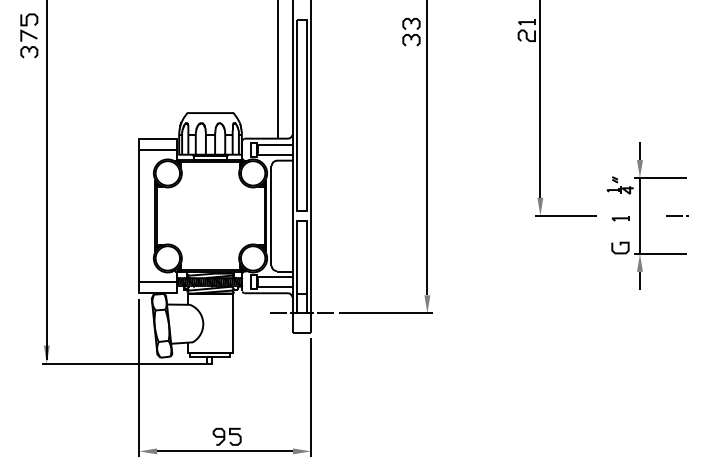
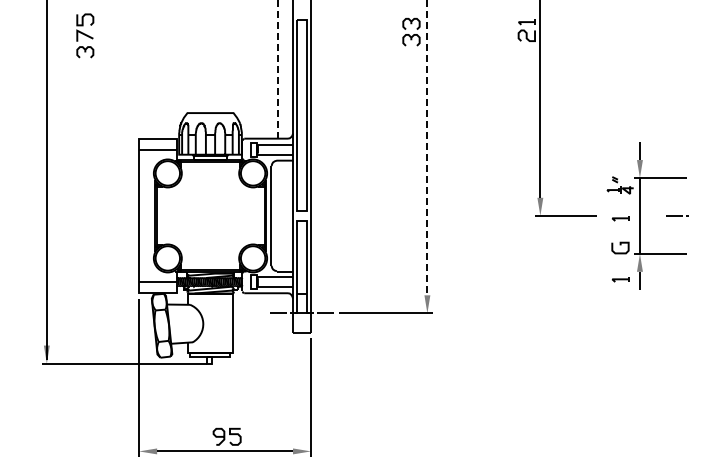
part at (29, 35) position: (29, 35) -> (85, 35)
line at (278, 69): solid -> dashed
line at (427, 148): solid -> dashed
part at (620, 279): none -> present
